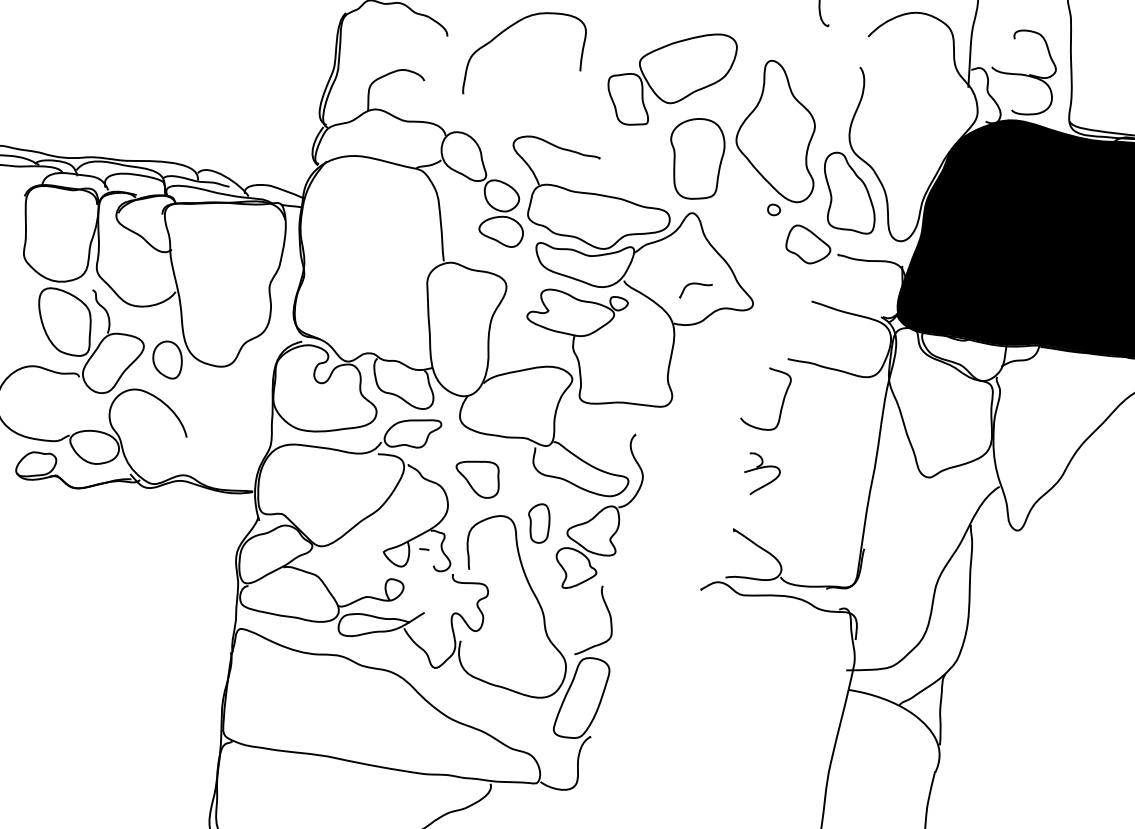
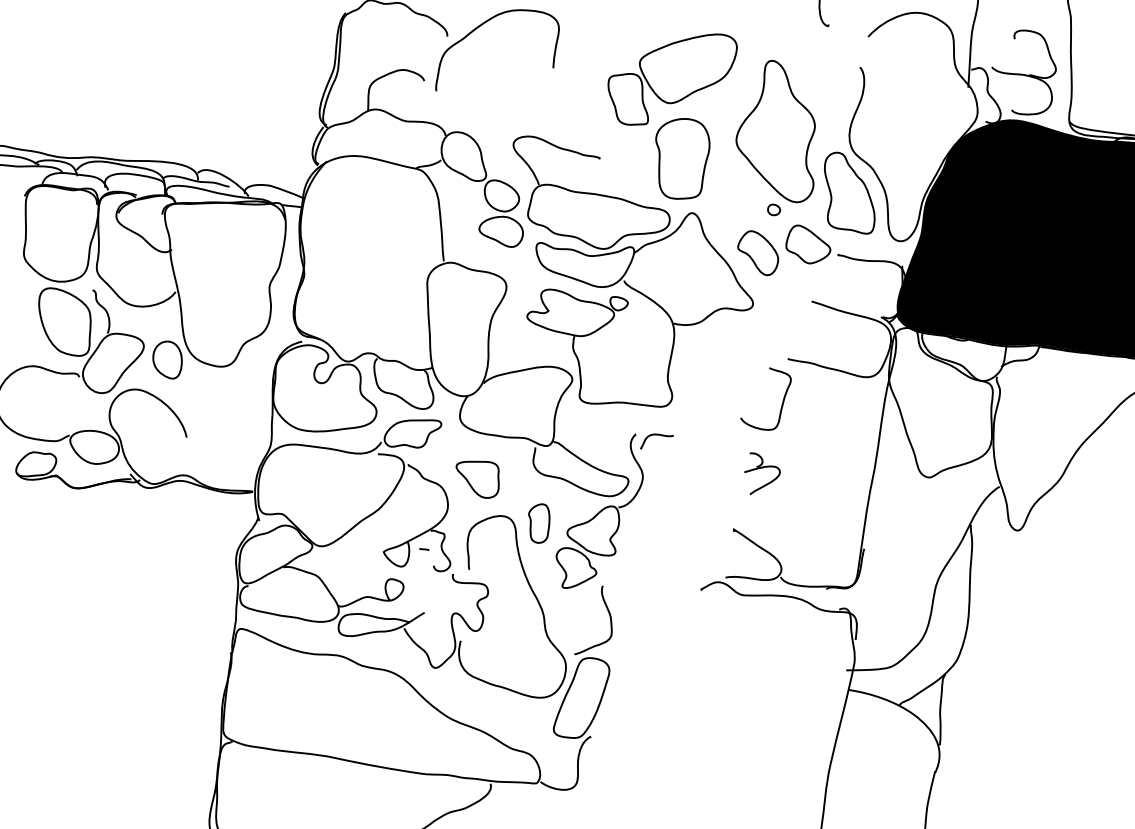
curve at (509, 28) position: (509, 28) -> (482, 25)
part at (697, 158) position: (697, 158) -> (682, 158)
part at (758, 253): none -> present
curve at (695, 284) position: (695, 284) -> (656, 435)
